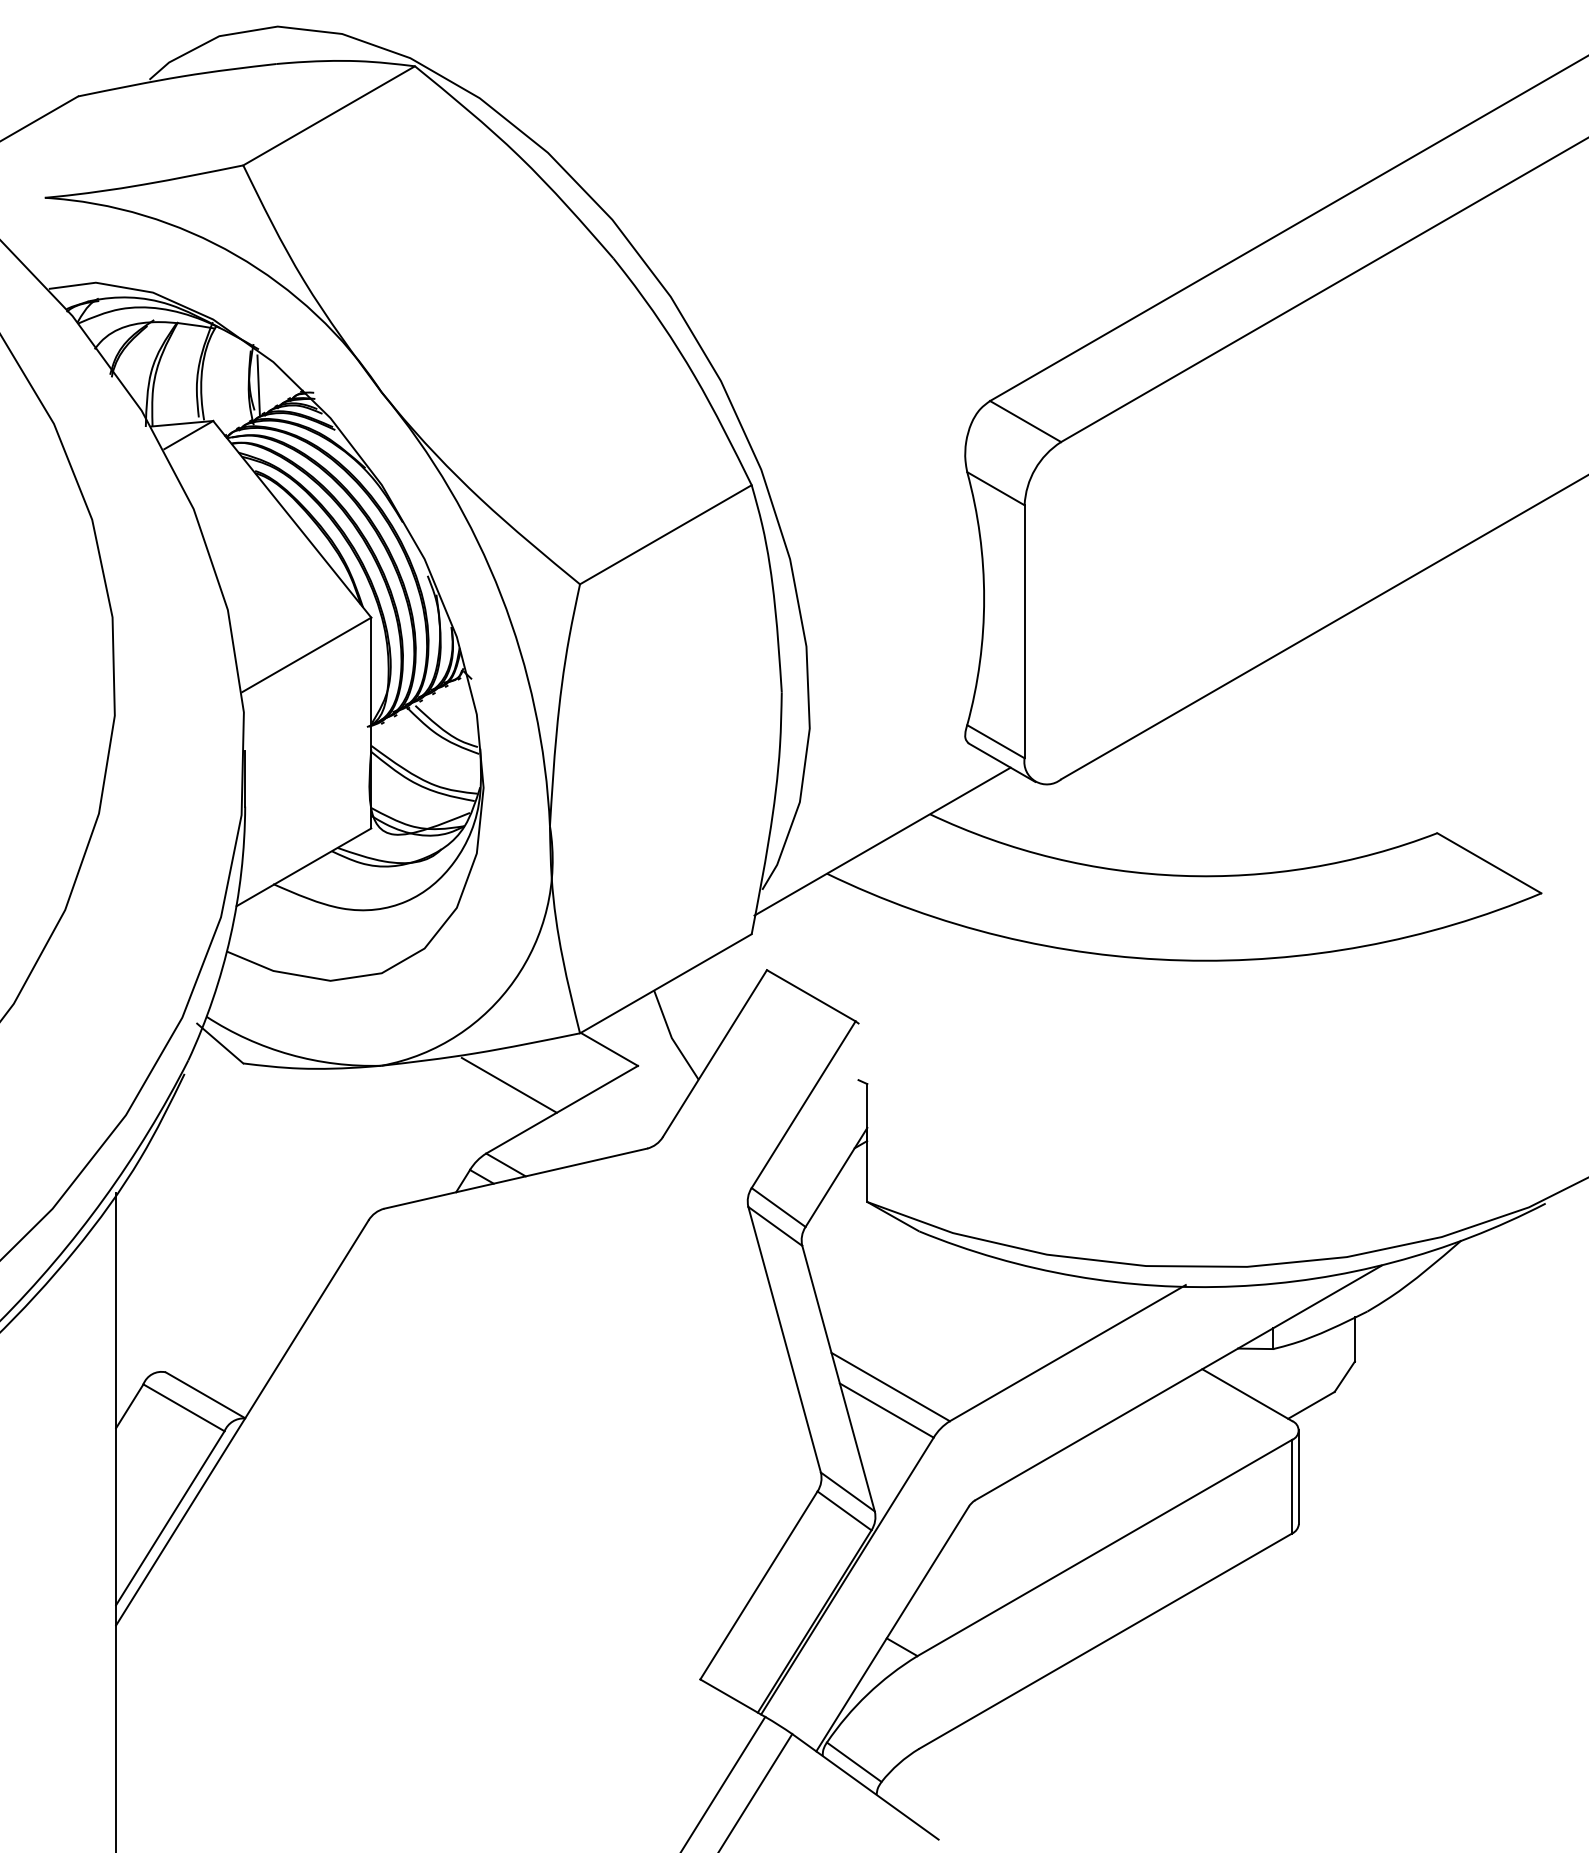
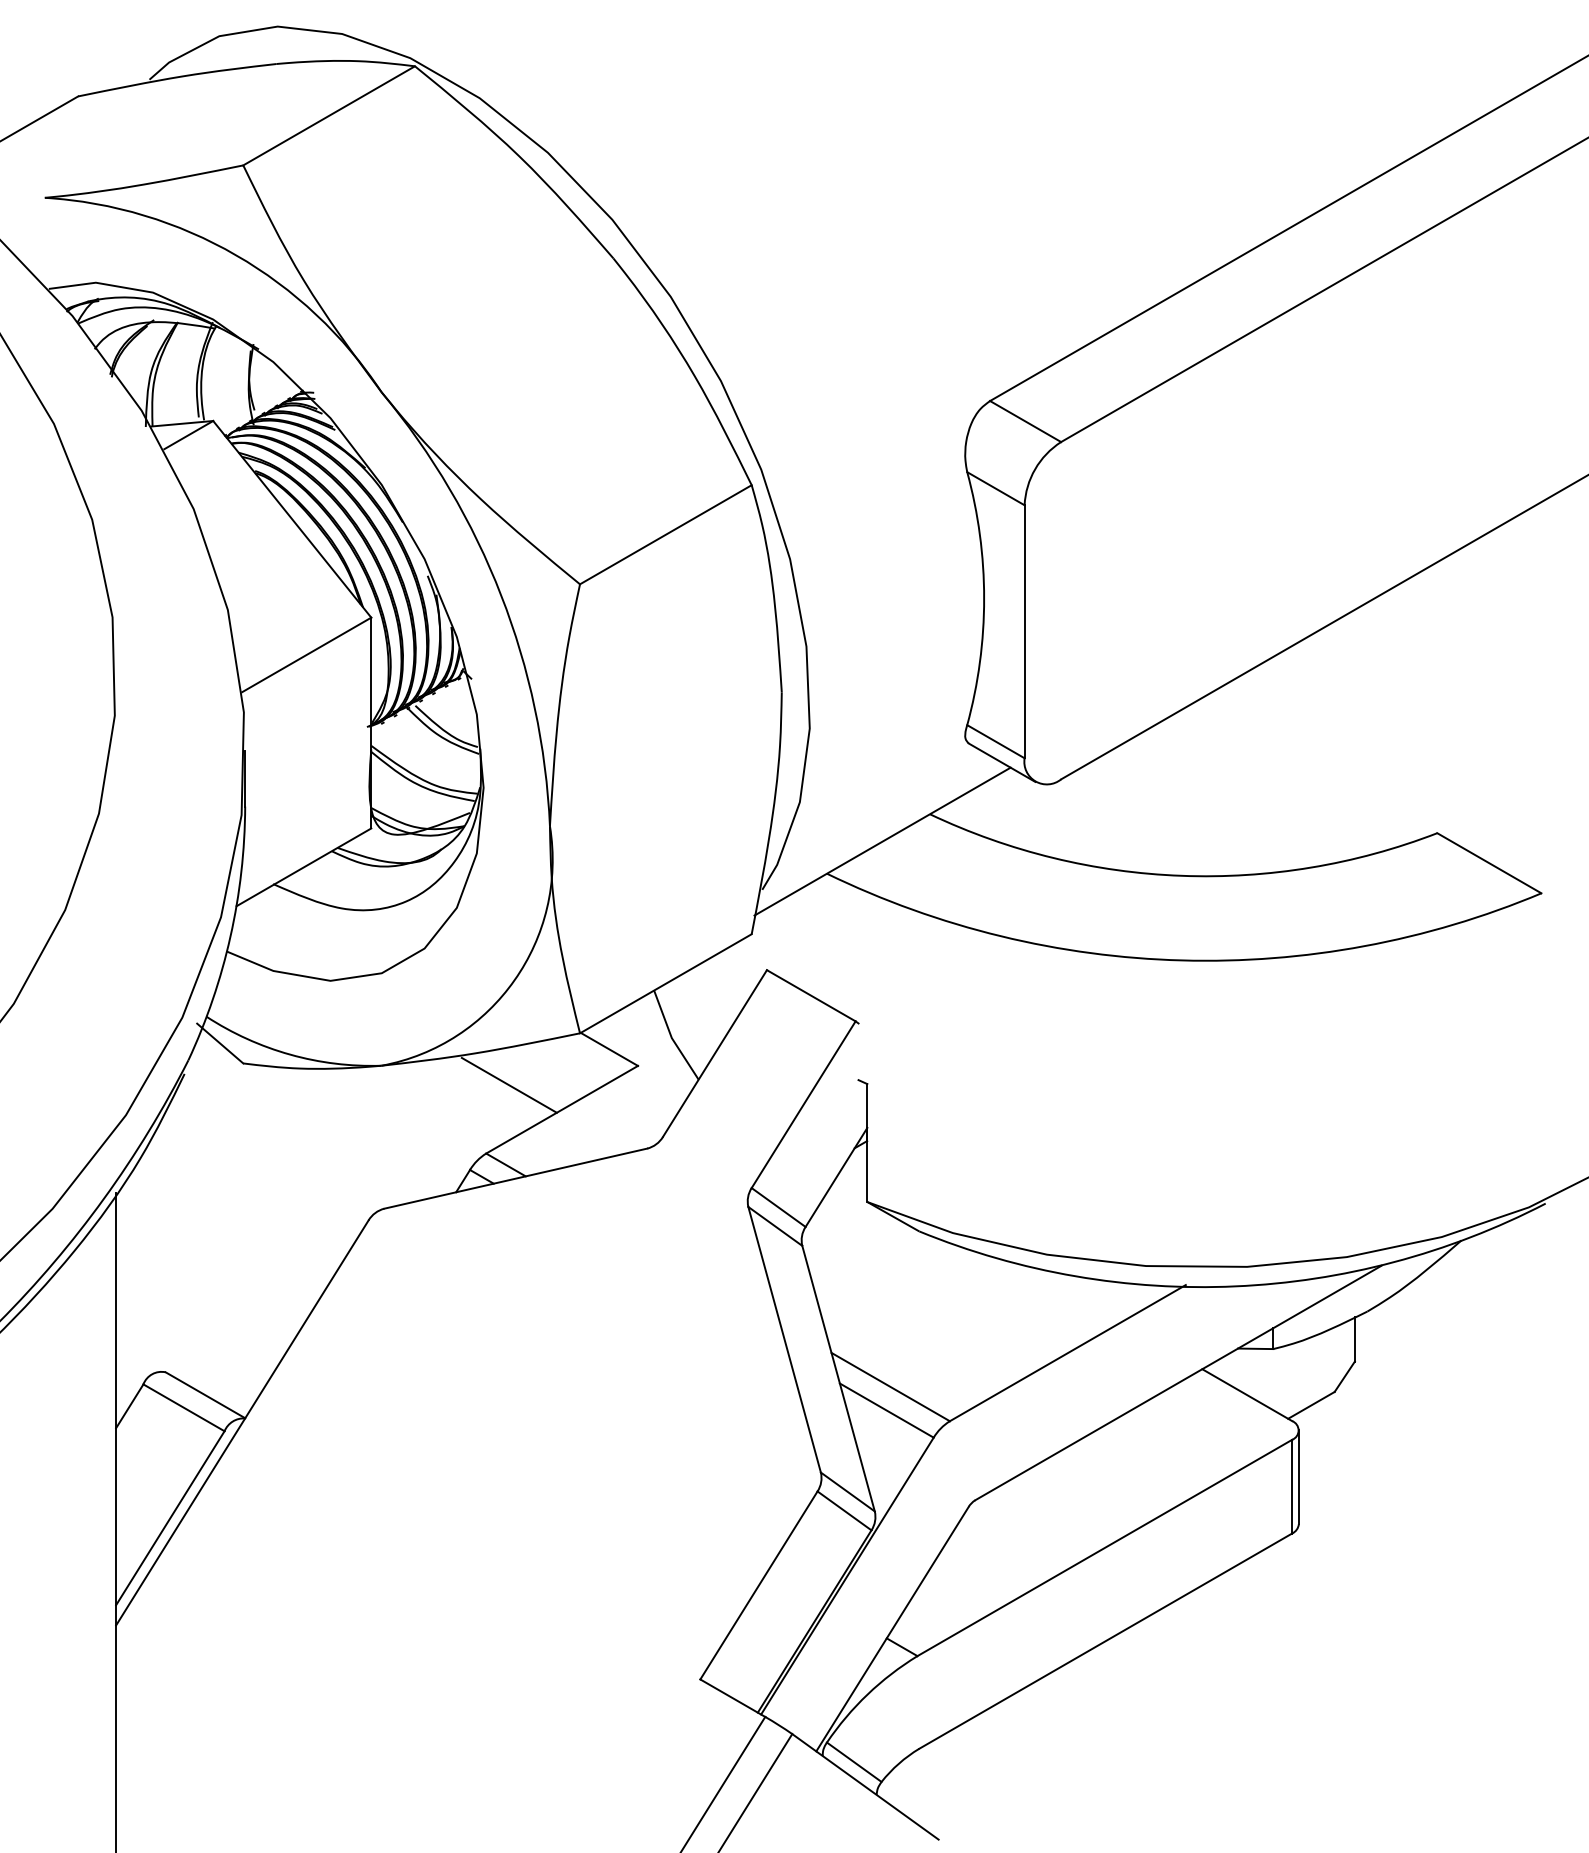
line at (258, 385): present -> none
